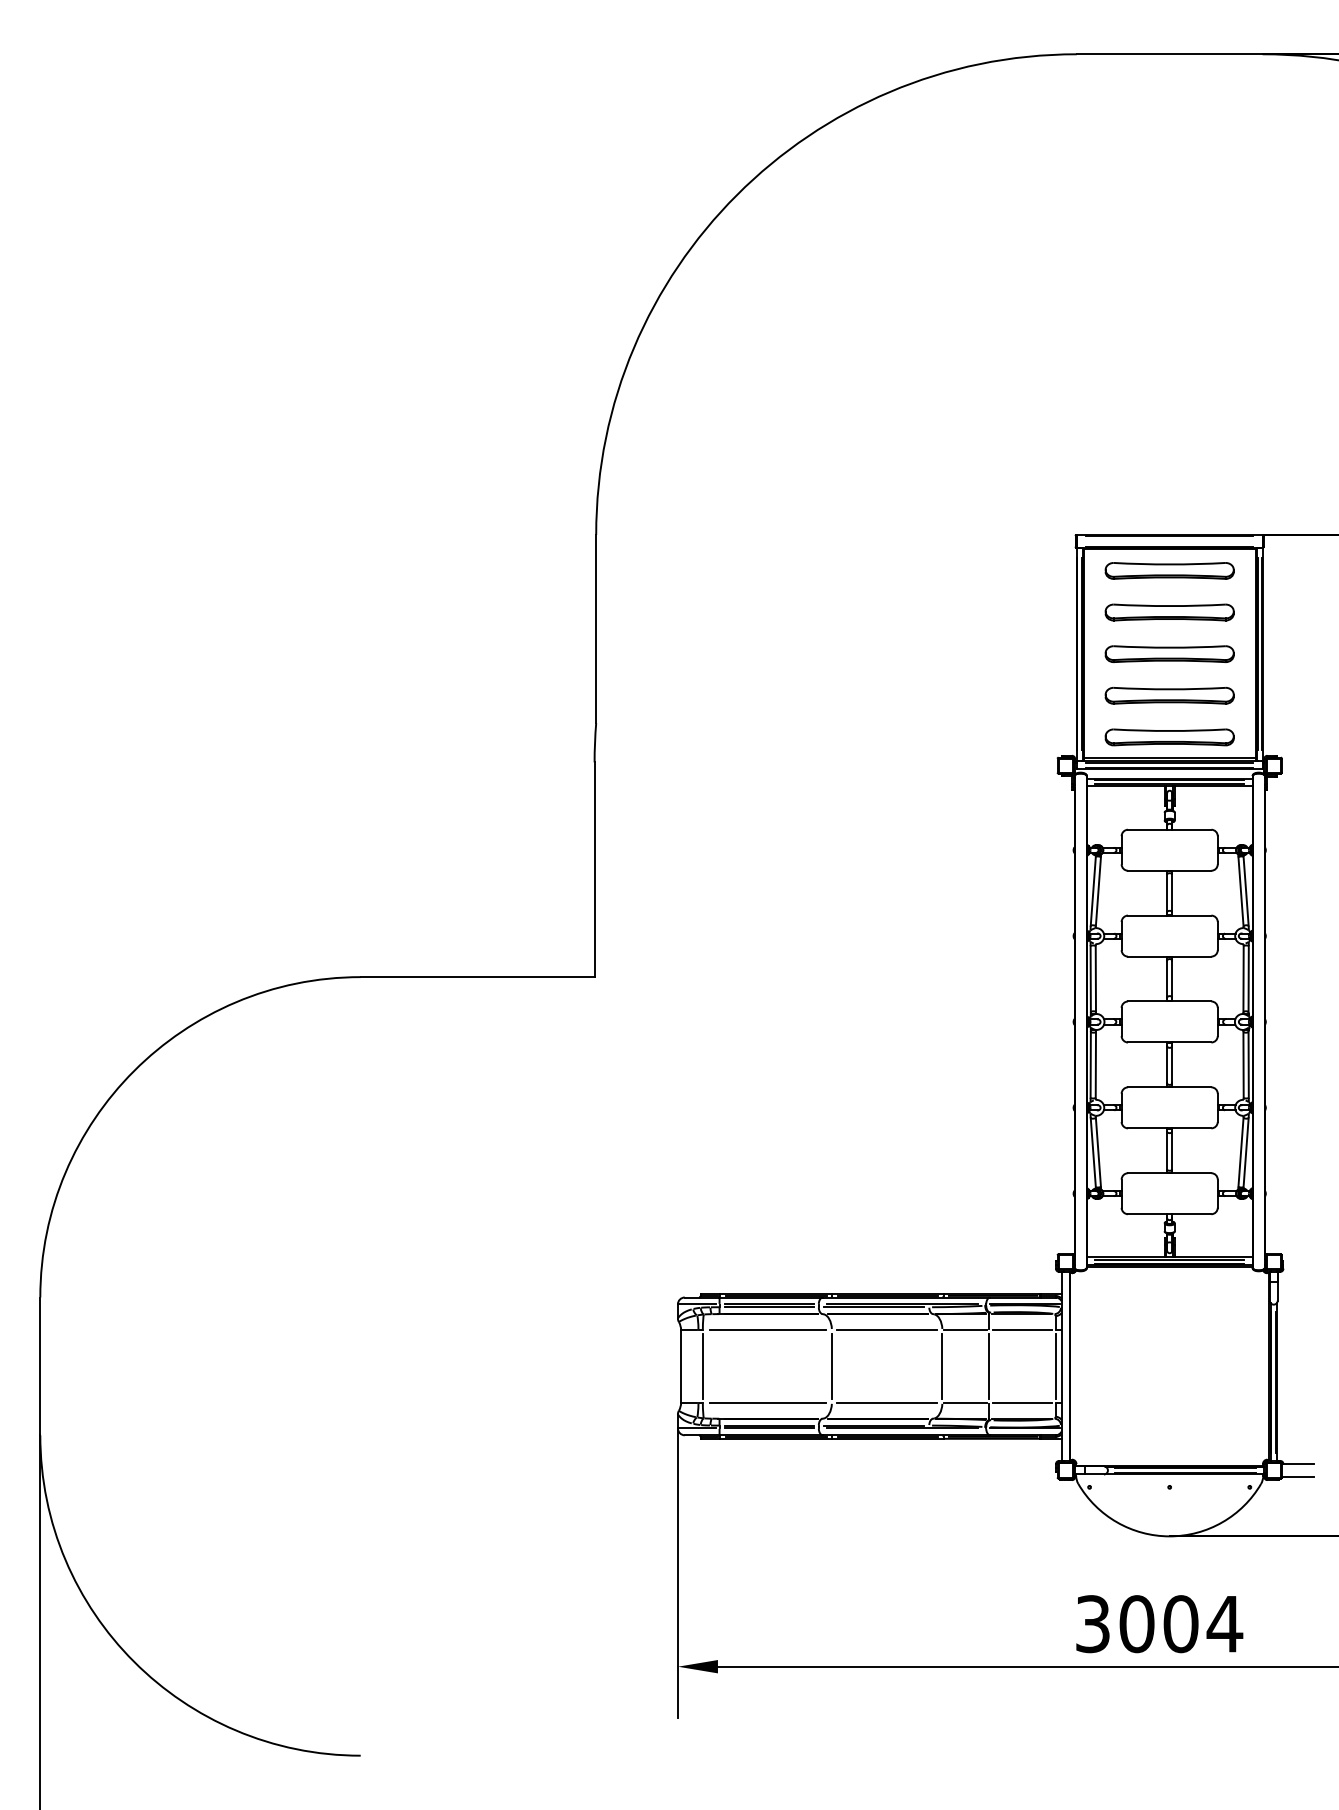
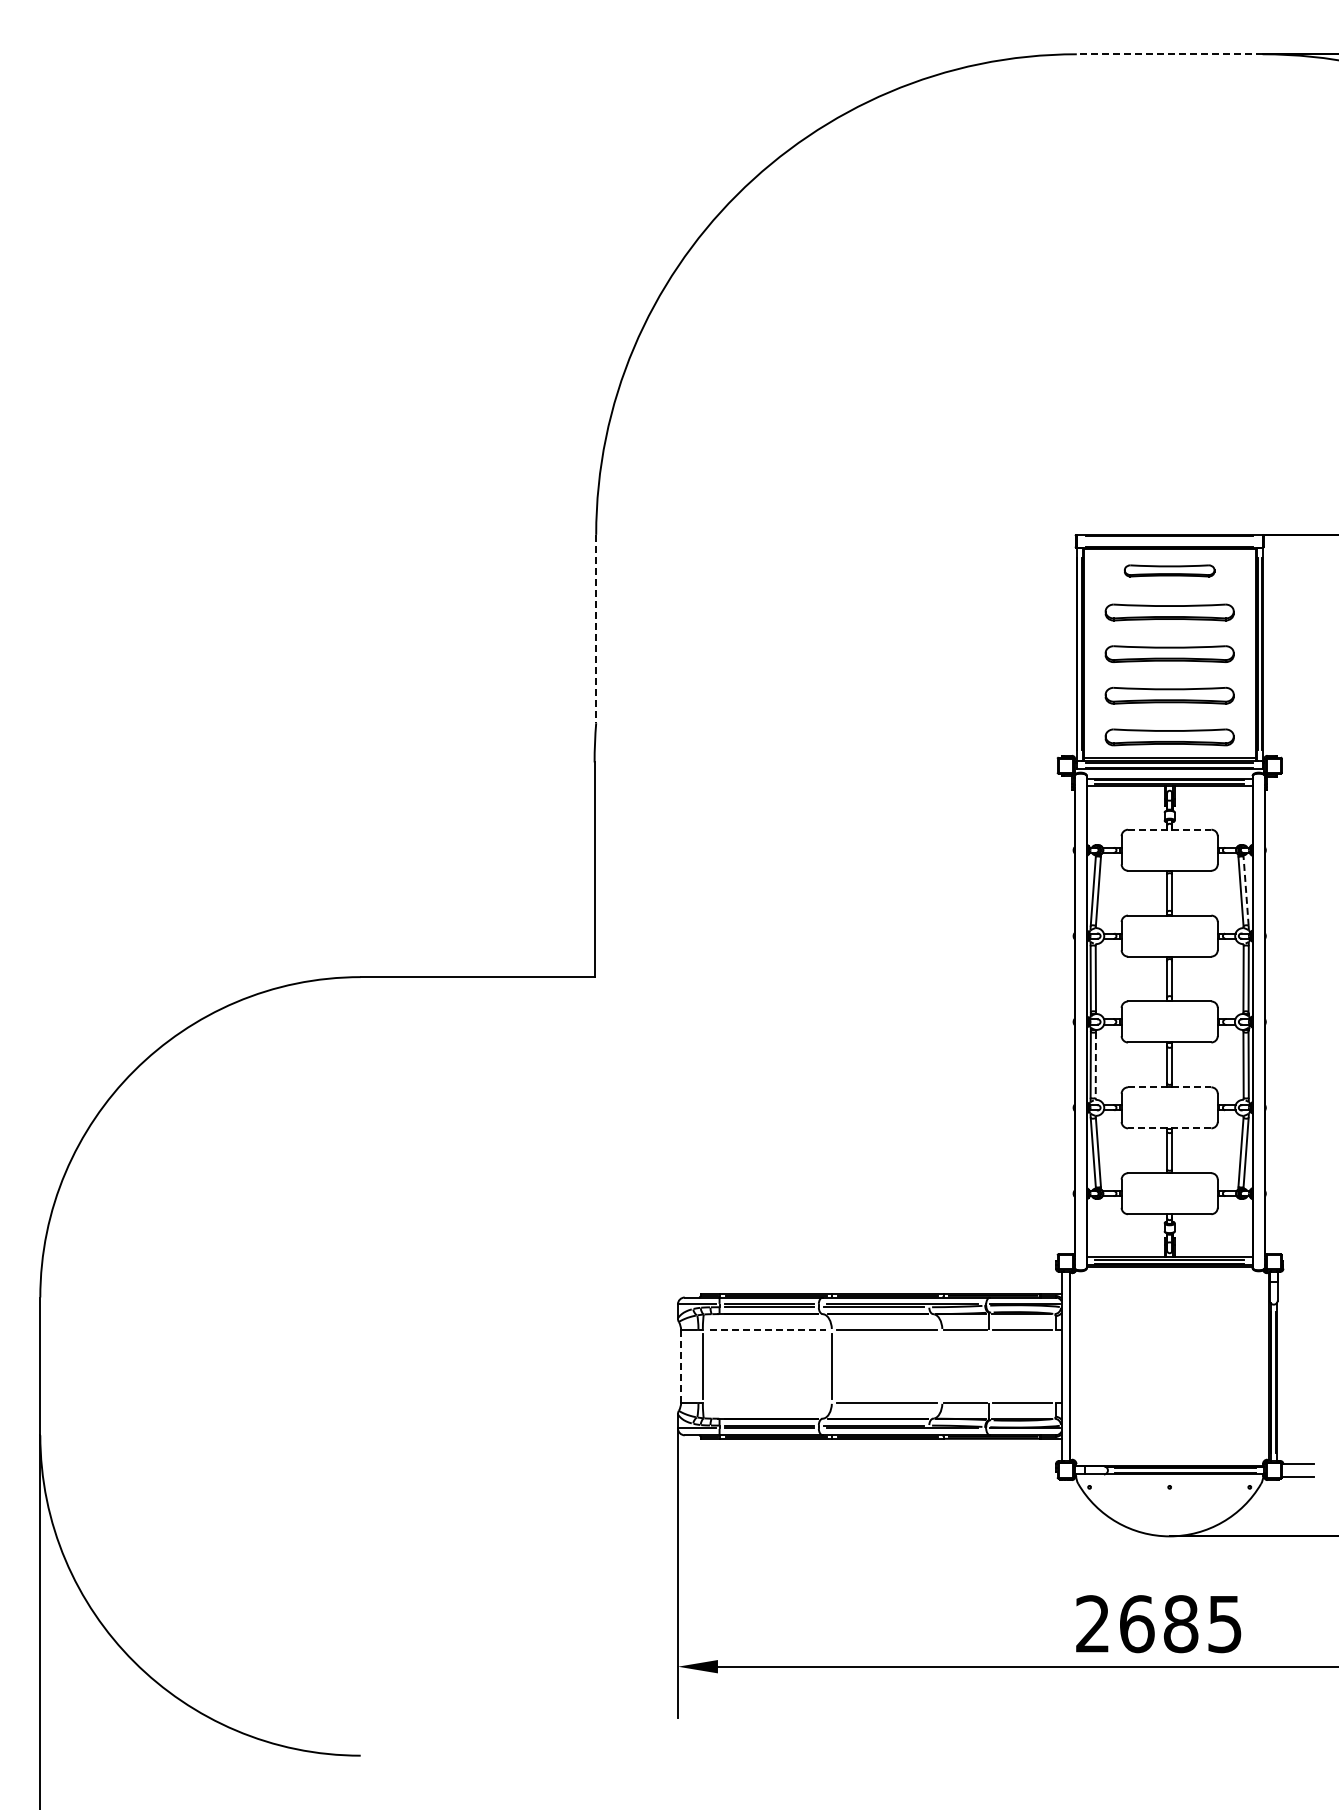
line at (1169, 54): solid -> dashed
part at (1169, 570) size: 131x18 px -> 92x14 px
line at (596, 629): solid -> dashed
line at (1169, 829): solid -> dashed
line at (1246, 891): solid -> dashed
line at (1095, 1064): solid -> dashed
line at (1169, 1087): solid -> dashed
line at (1169, 1128): solid -> dashed
line at (768, 1330): solid -> dashed
line at (681, 1366): solid -> dashed
line at (942, 1366): present -> none
line at (989, 1366): present -> none
line at (1055, 1366): present -> none
line at (767, 1402): present -> none
text at (1159, 1624): 3004 -> 2685
